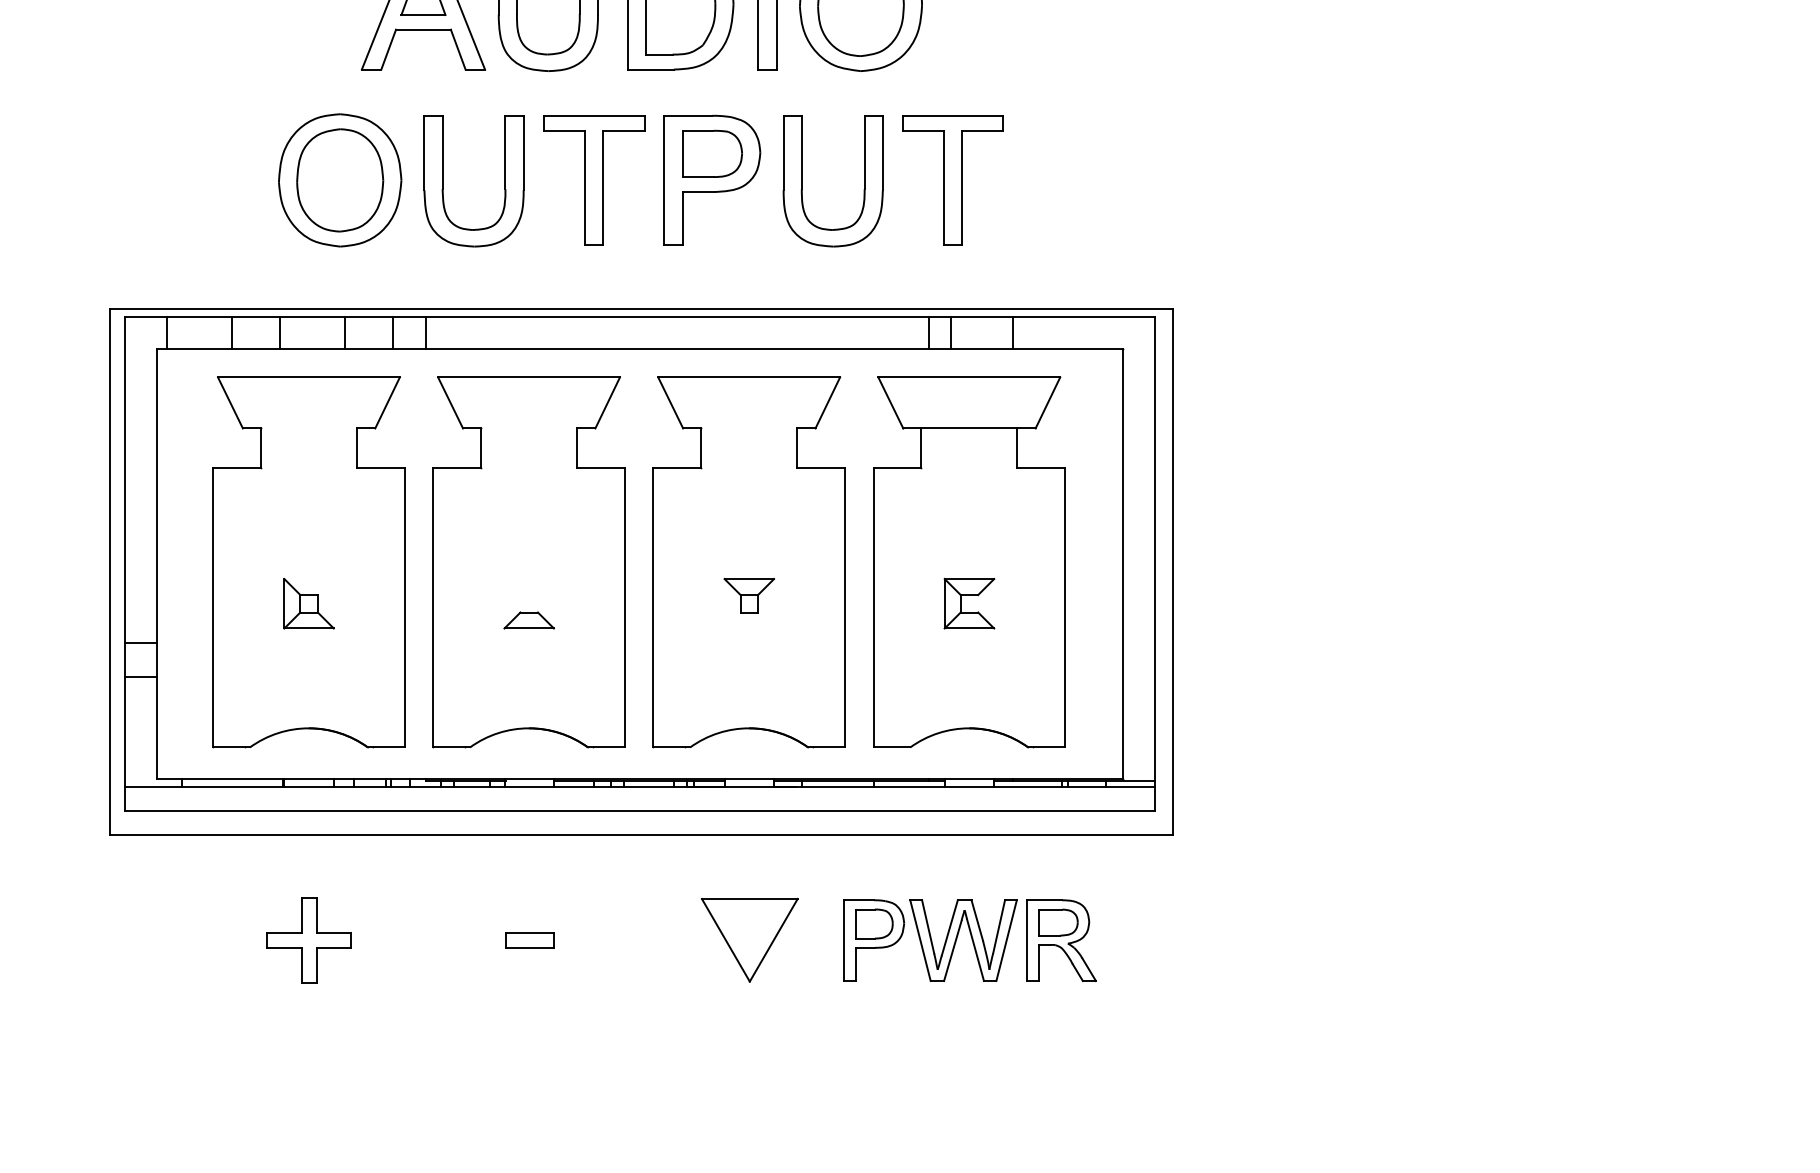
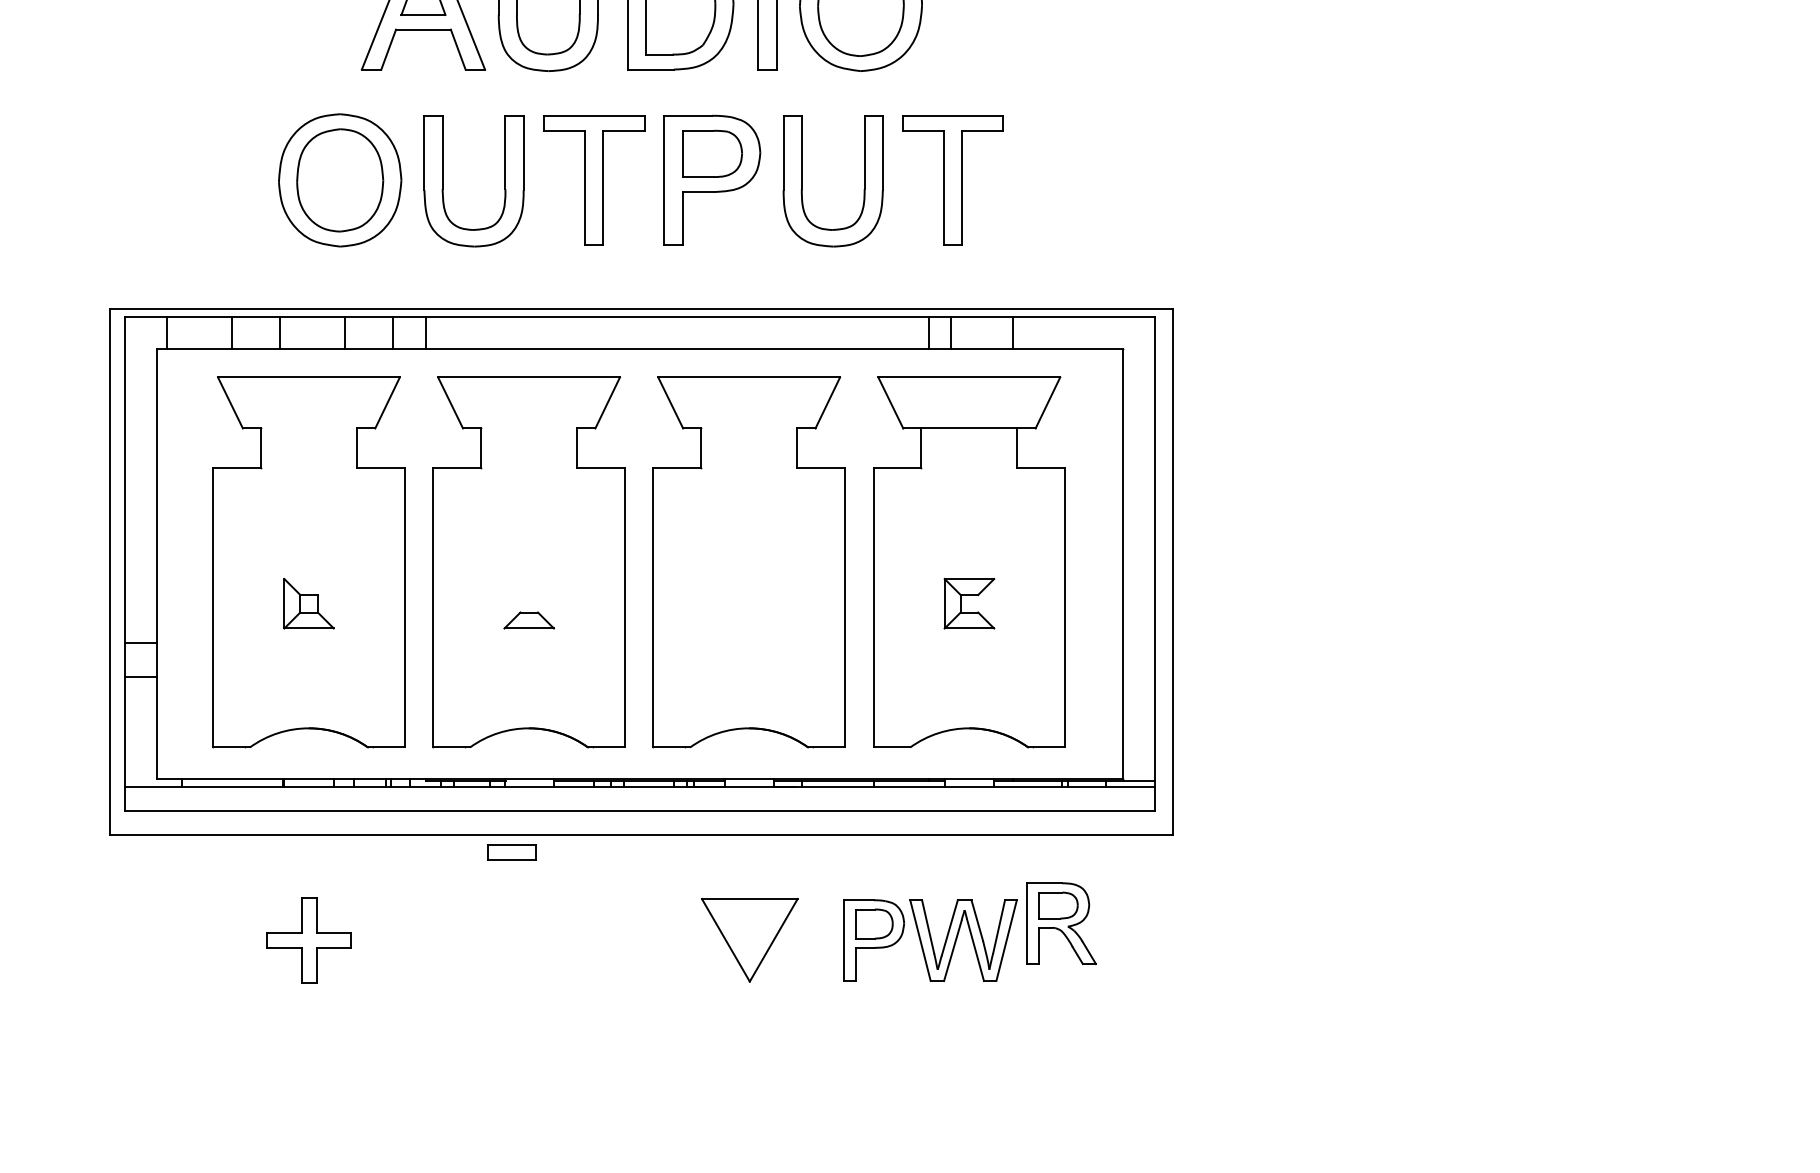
part at (748, 595): present -> none
part at (529, 940) position: (529, 940) -> (511, 852)
part at (1061, 940) position: (1061, 940) -> (1061, 923)
